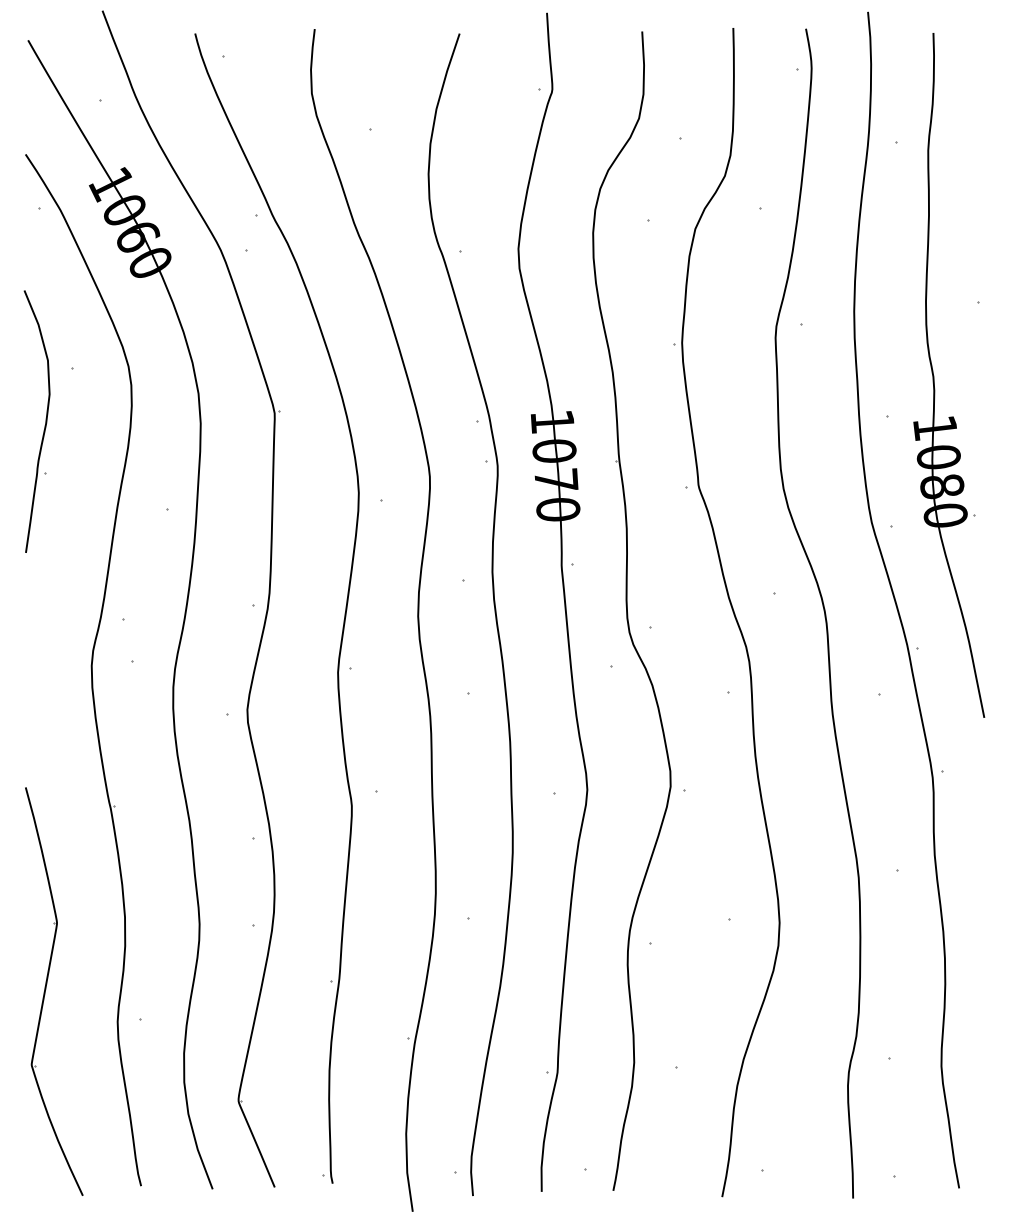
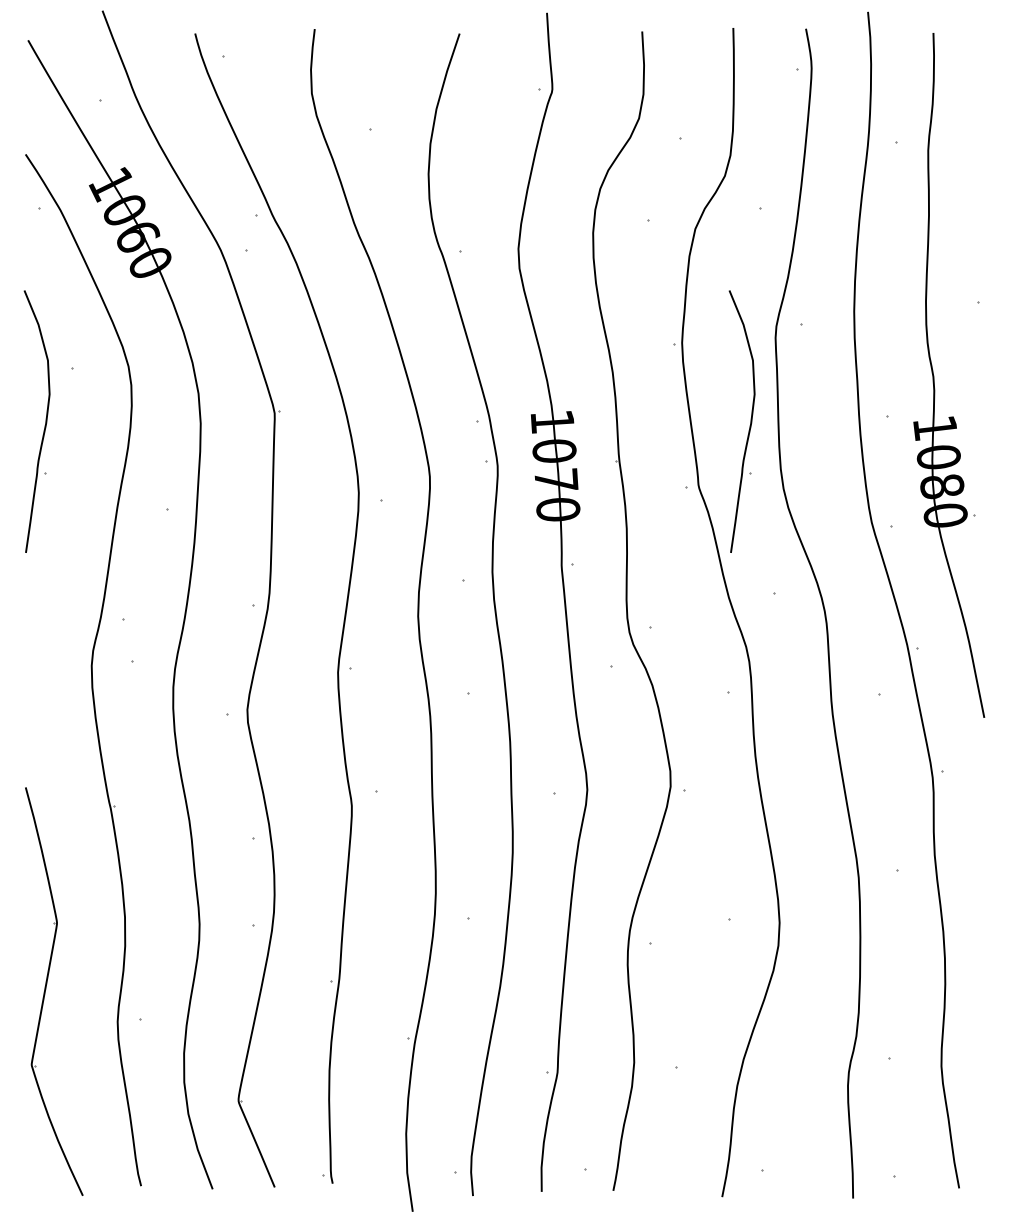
part at (749, 425): none -> present
